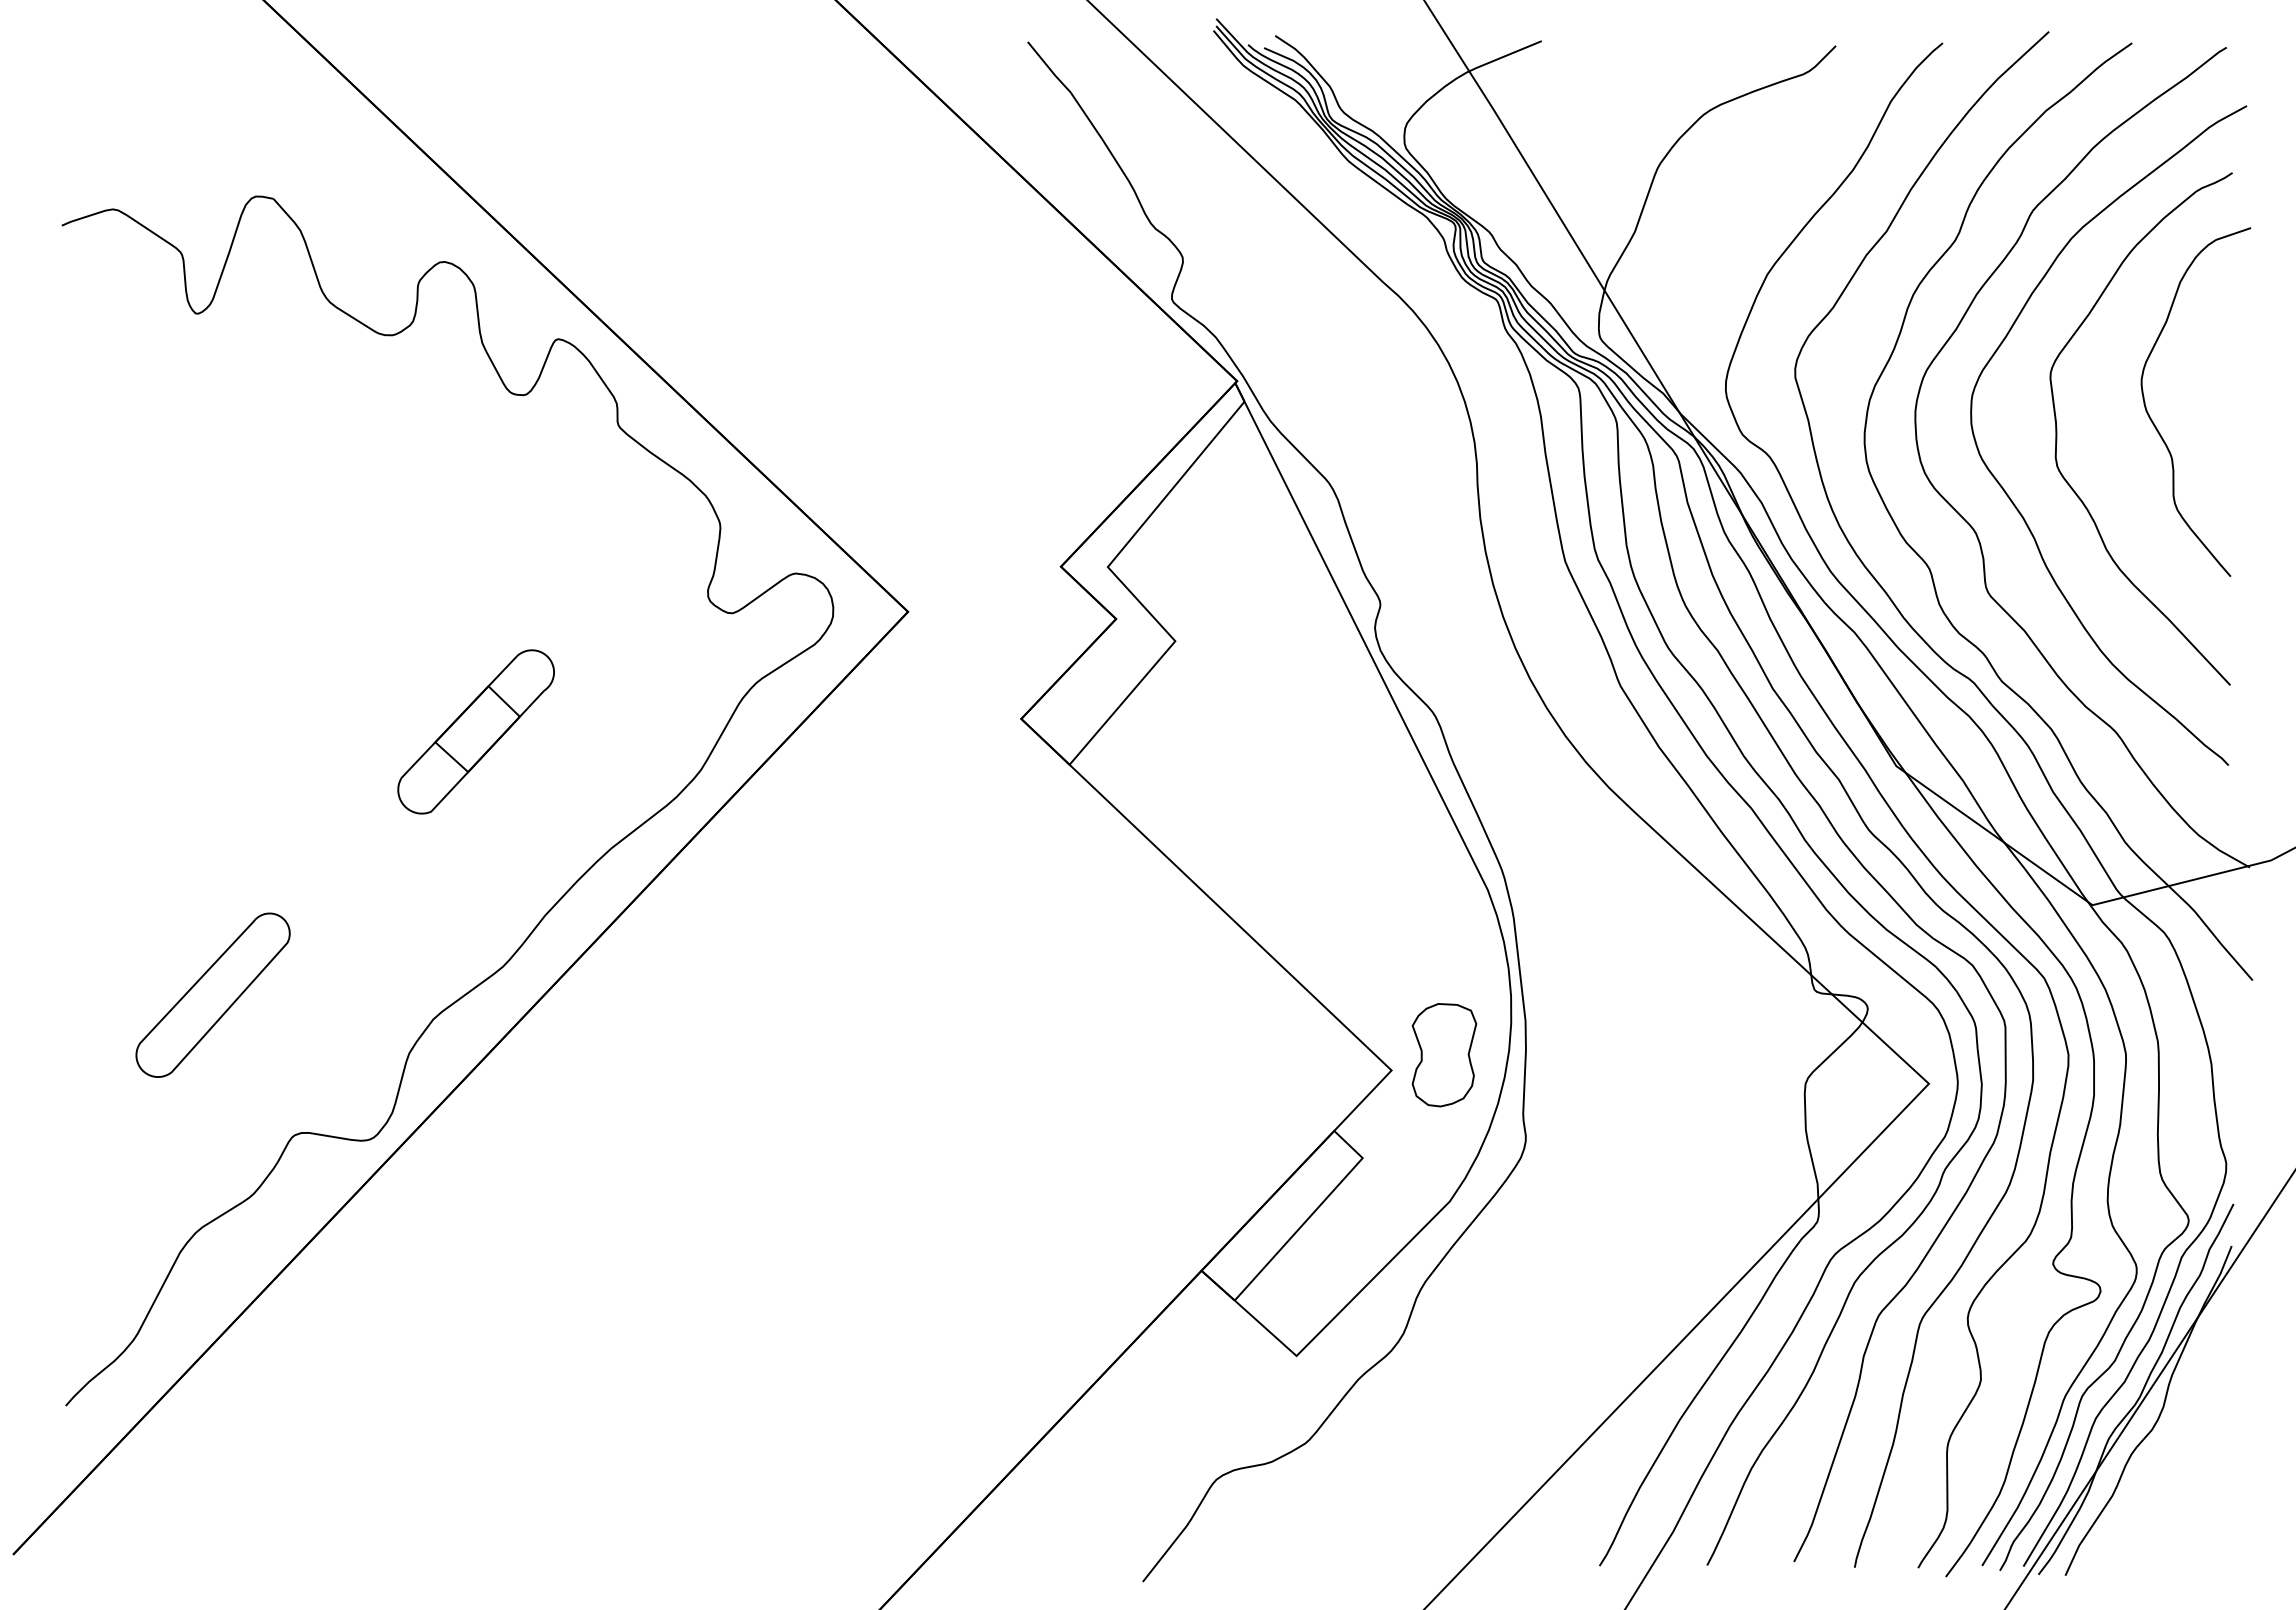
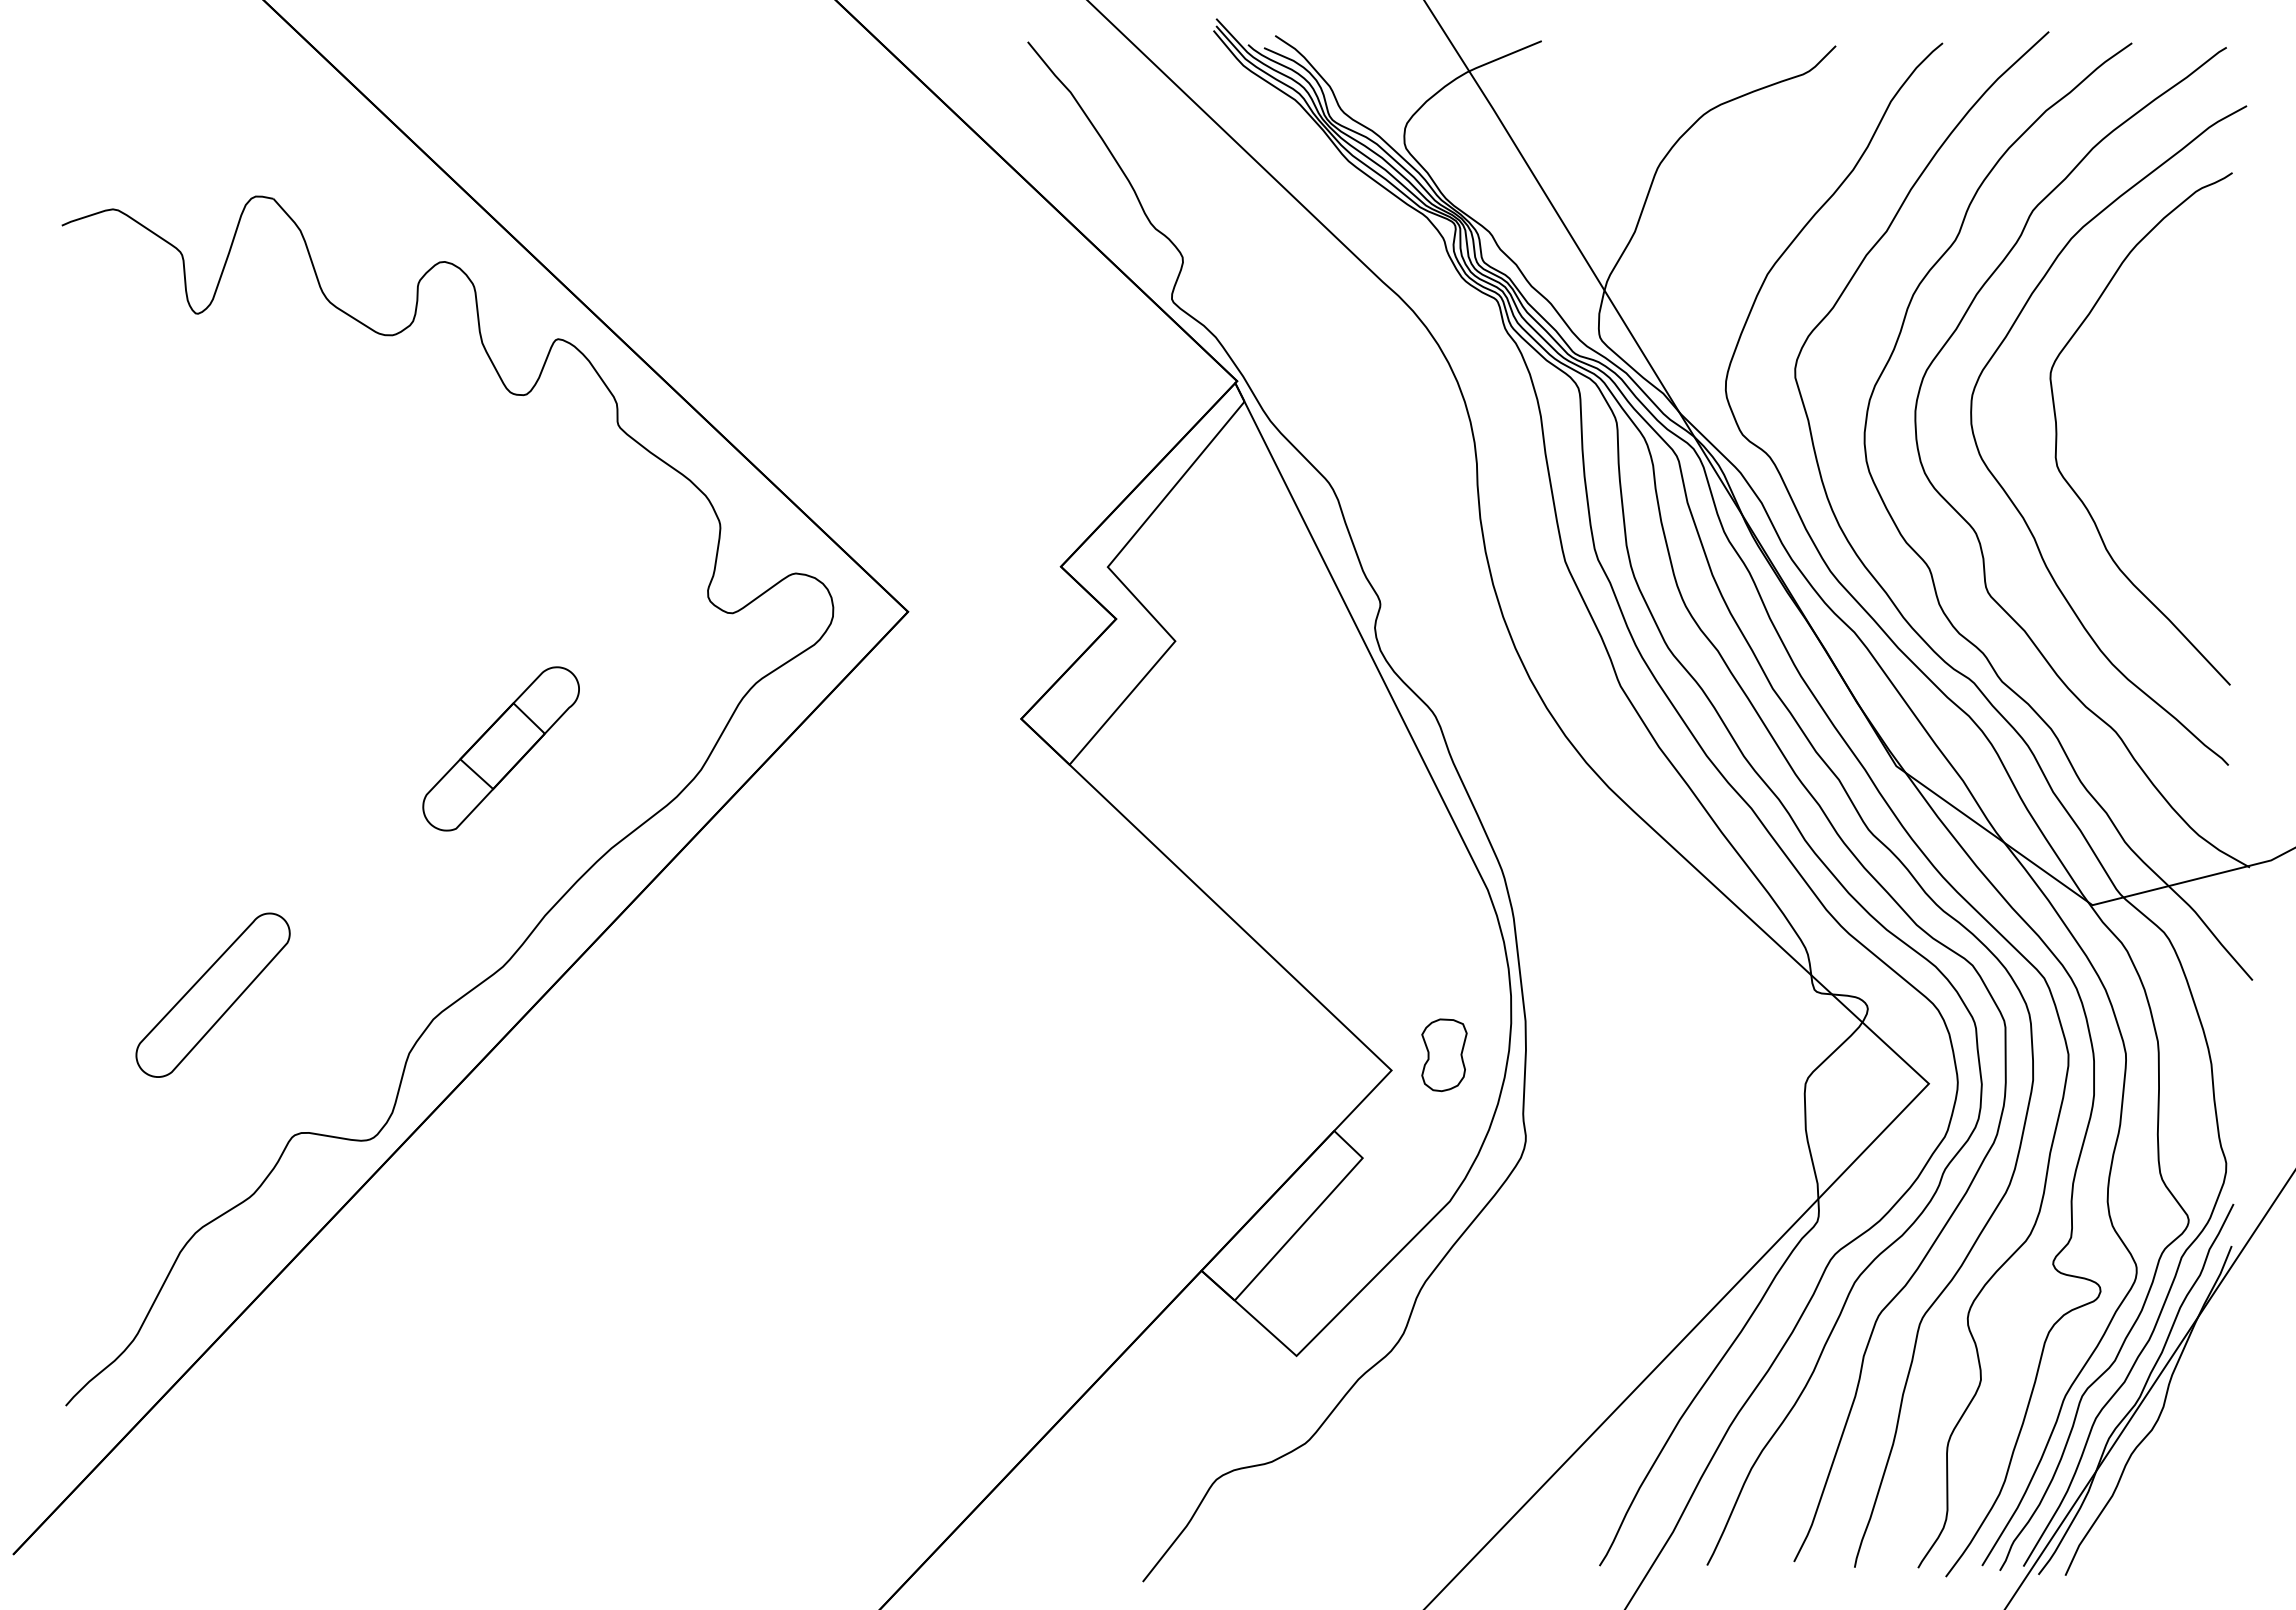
curve at (2156, 426): present -> none
part at (475, 731) position: (475, 731) -> (500, 748)
part at (1444, 1055) size: 67x105 px -> 47x75 px
